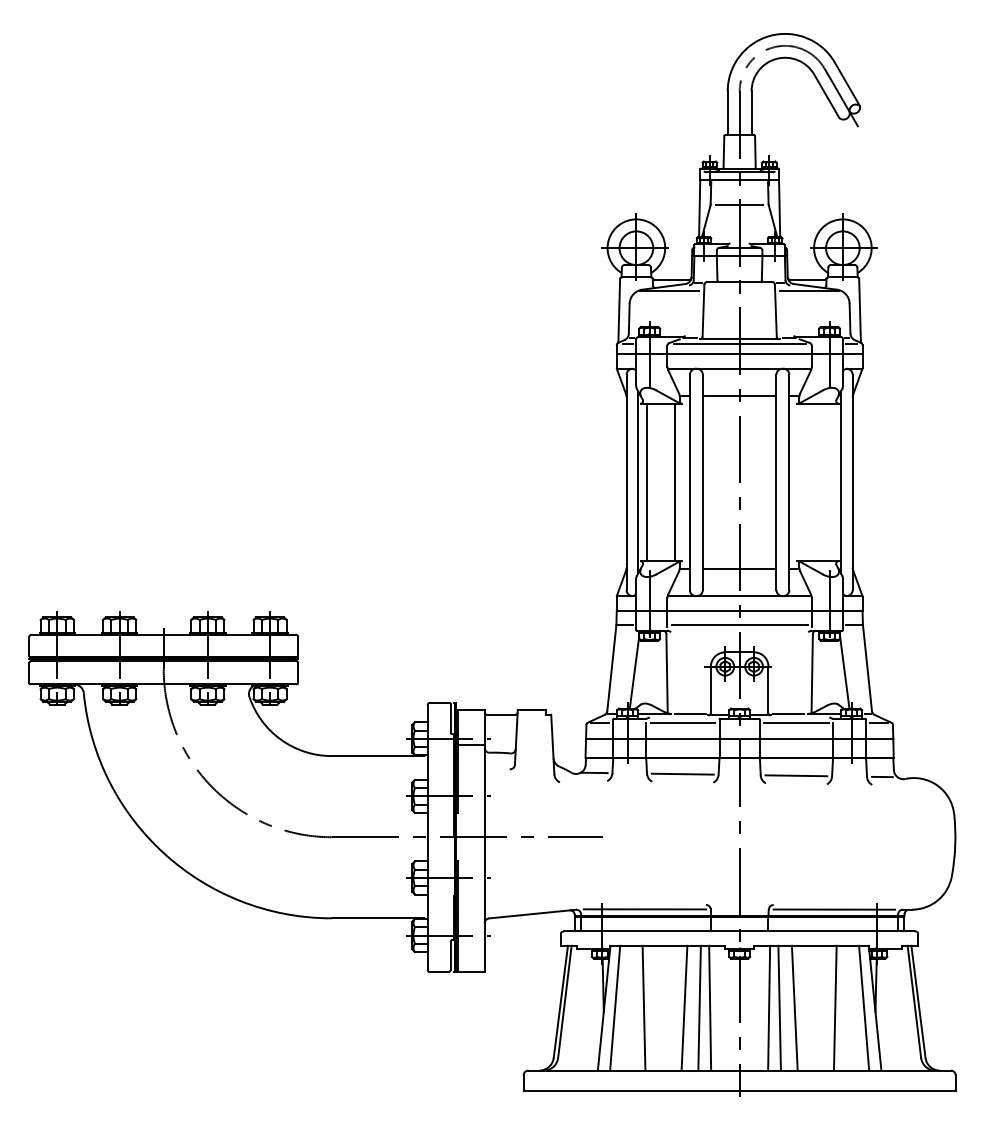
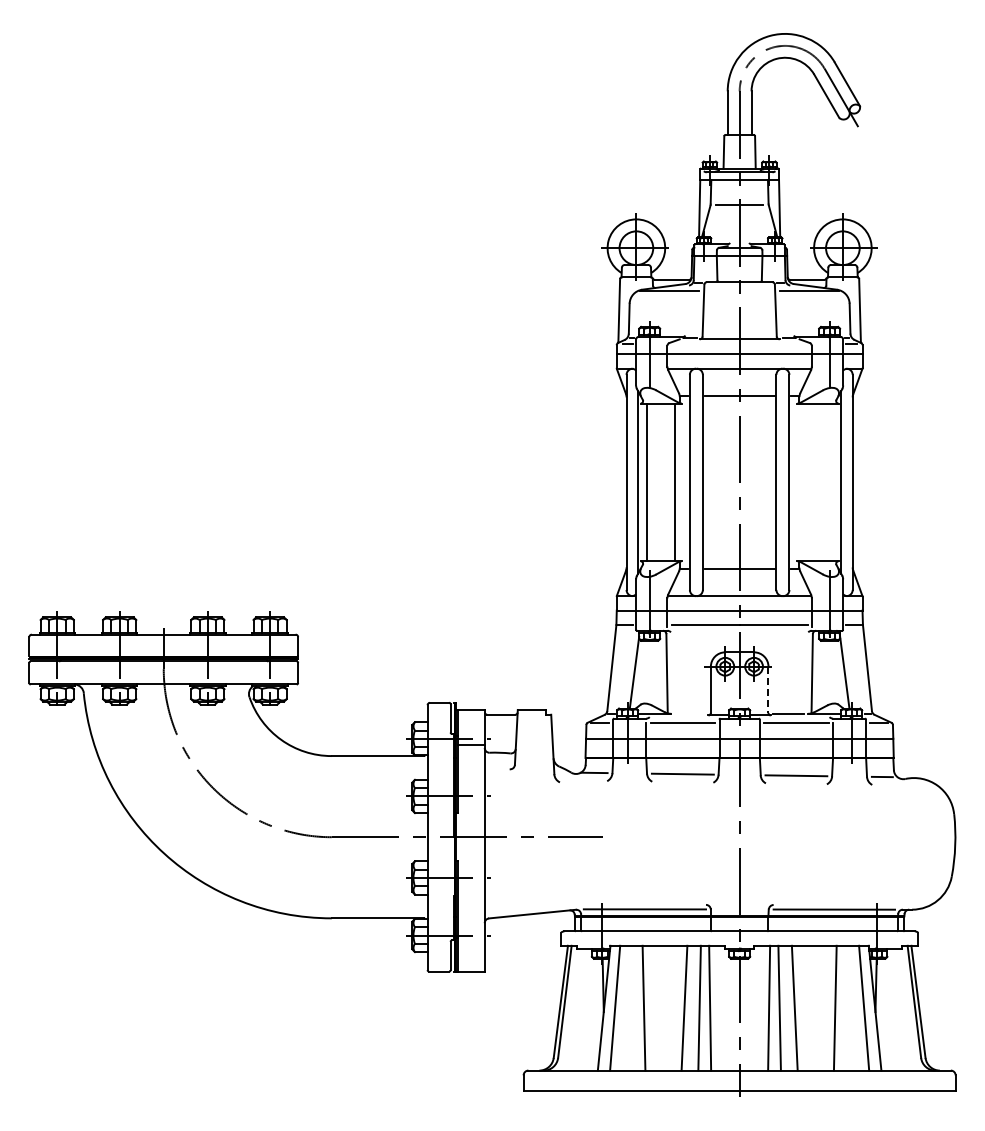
line at (739, 343): present -> none
line at (768, 690): solid -> dashed
line at (690, 713): present -> none
